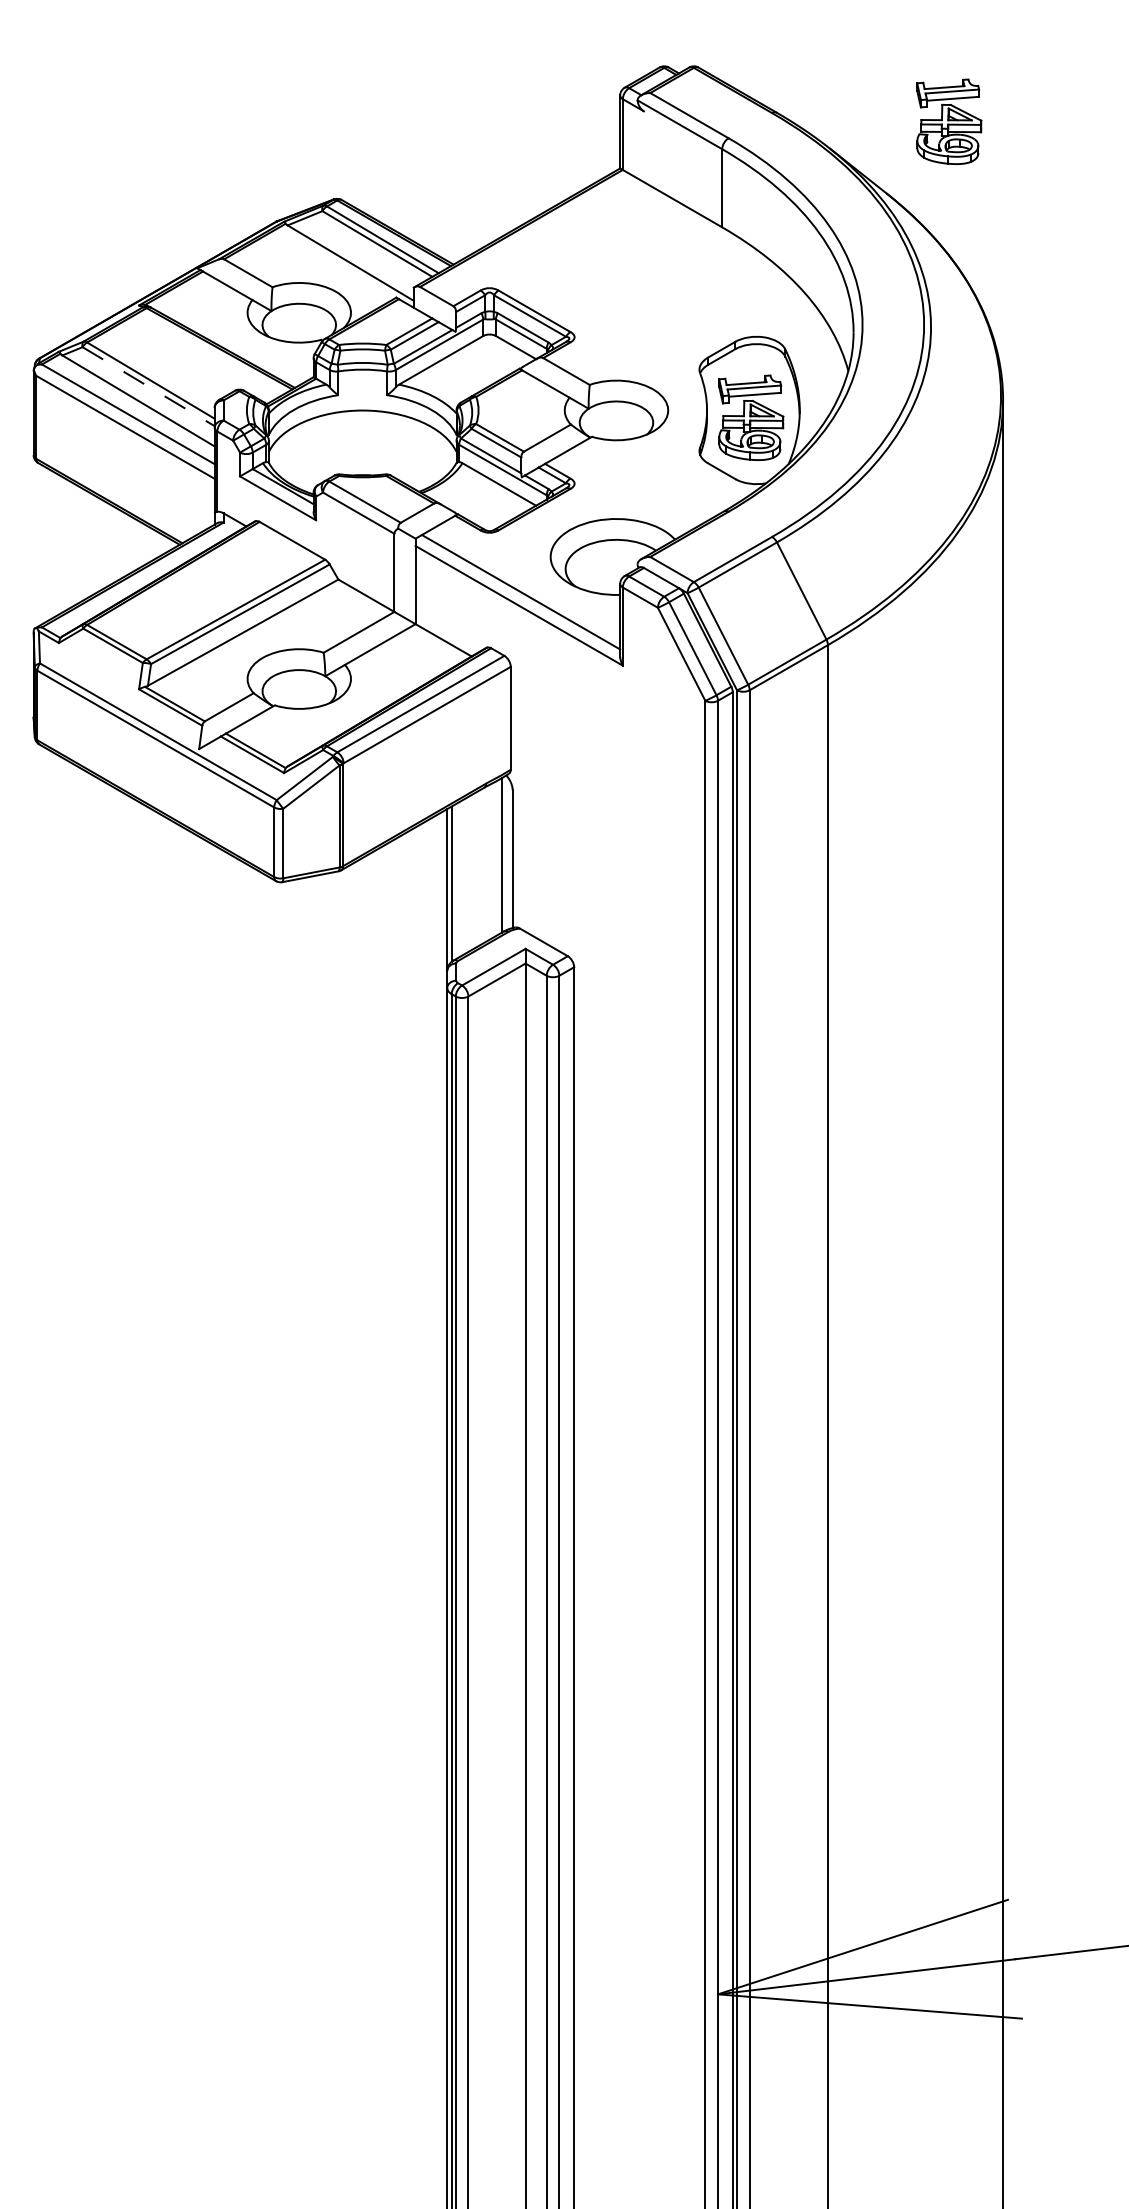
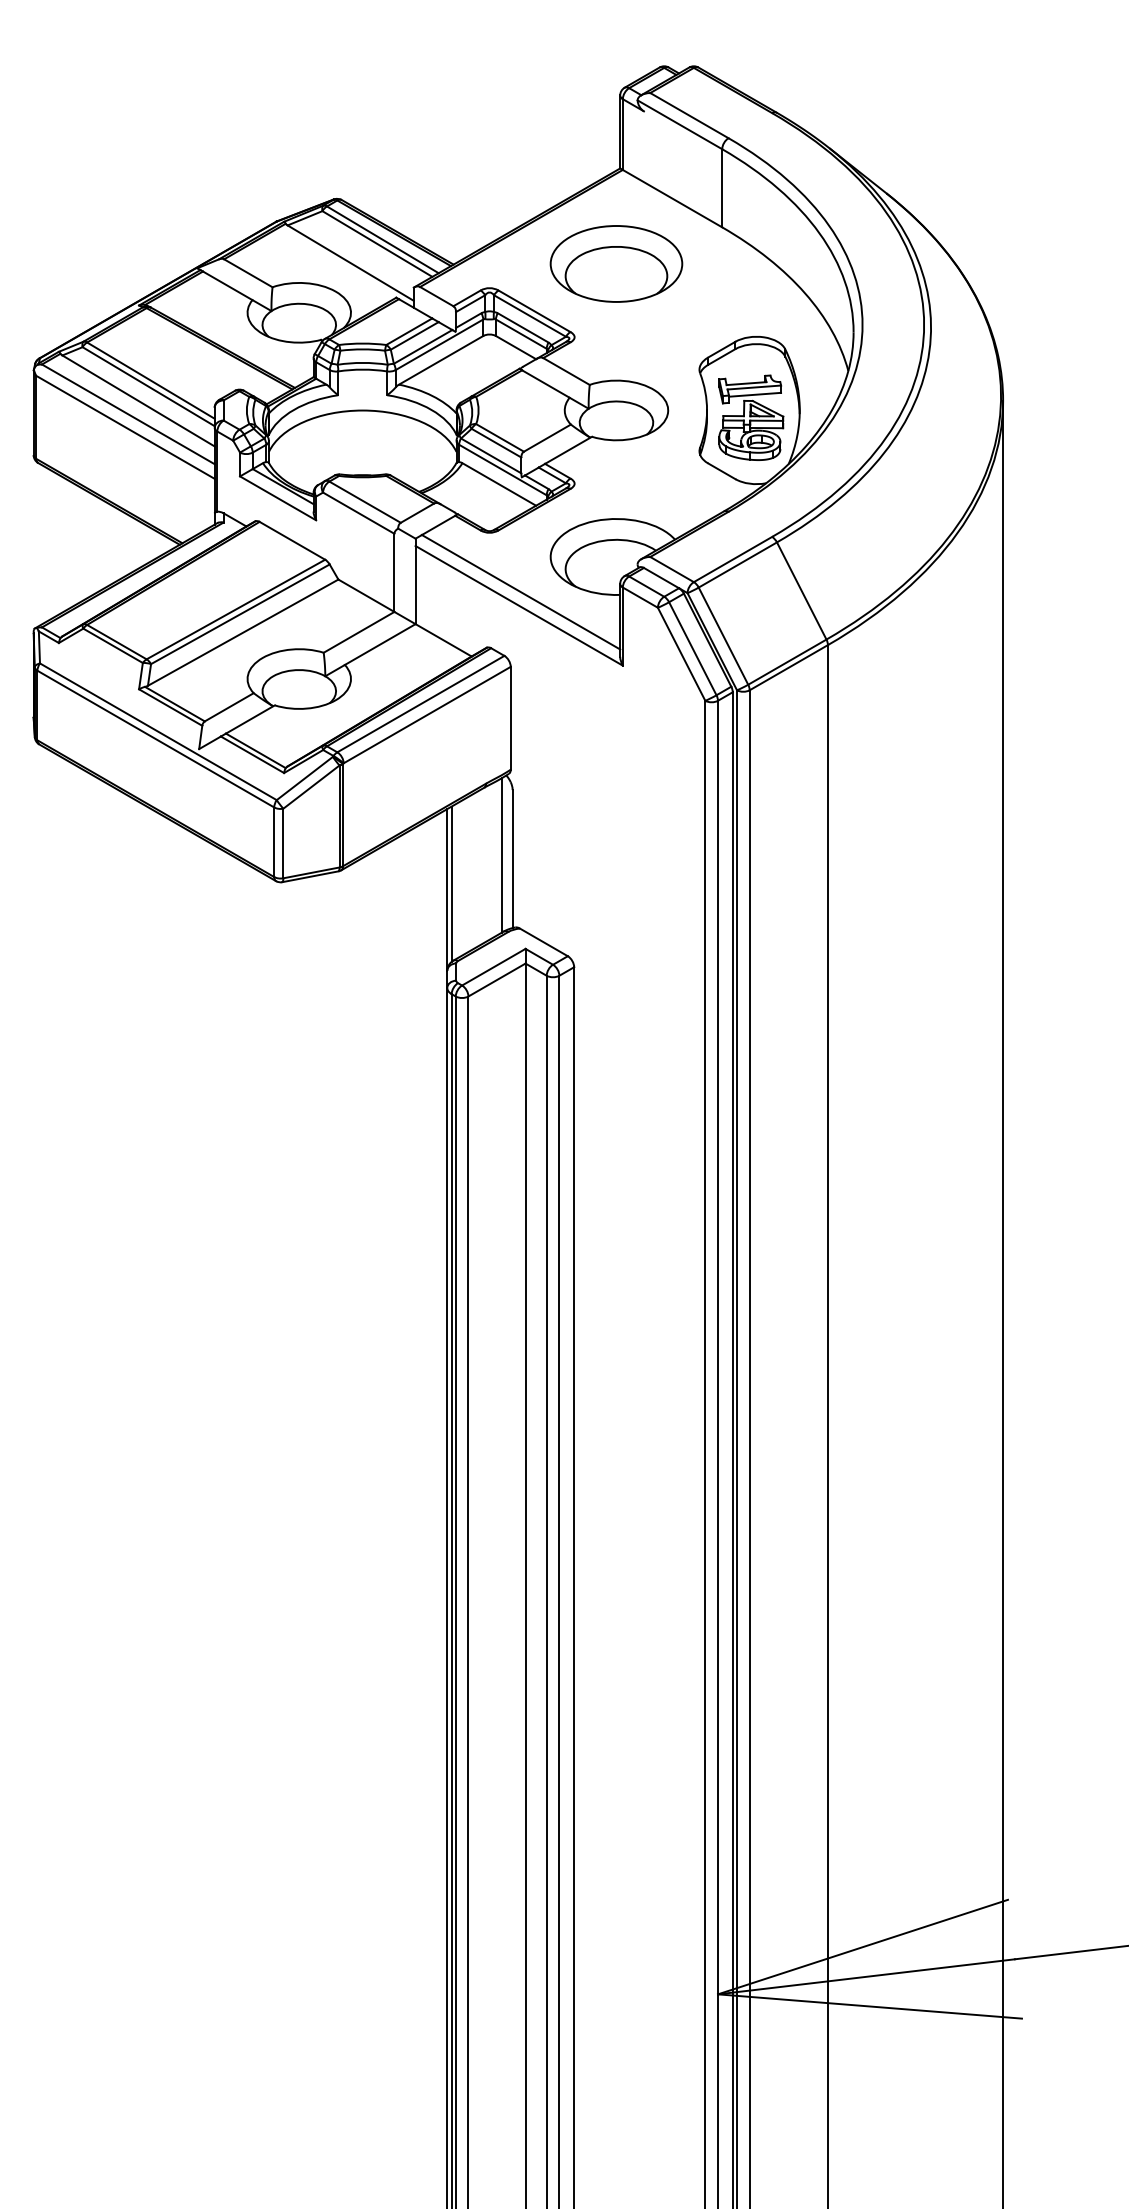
part at (949, 121): present -> none
part at (616, 263): none -> present
line at (148, 386): dashed -> solid
